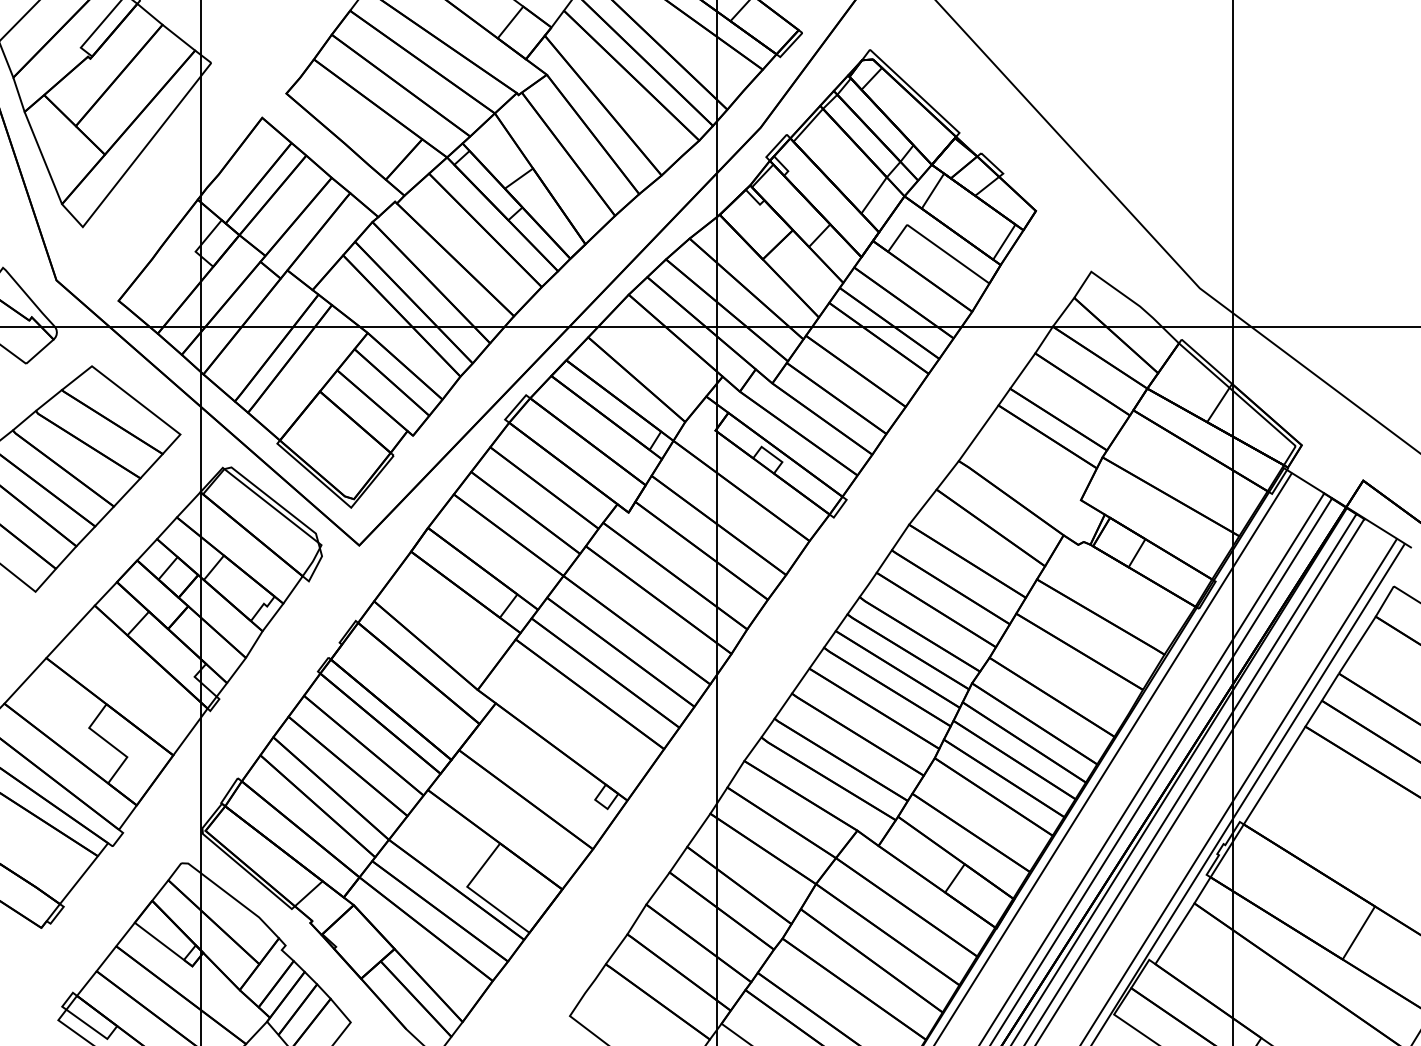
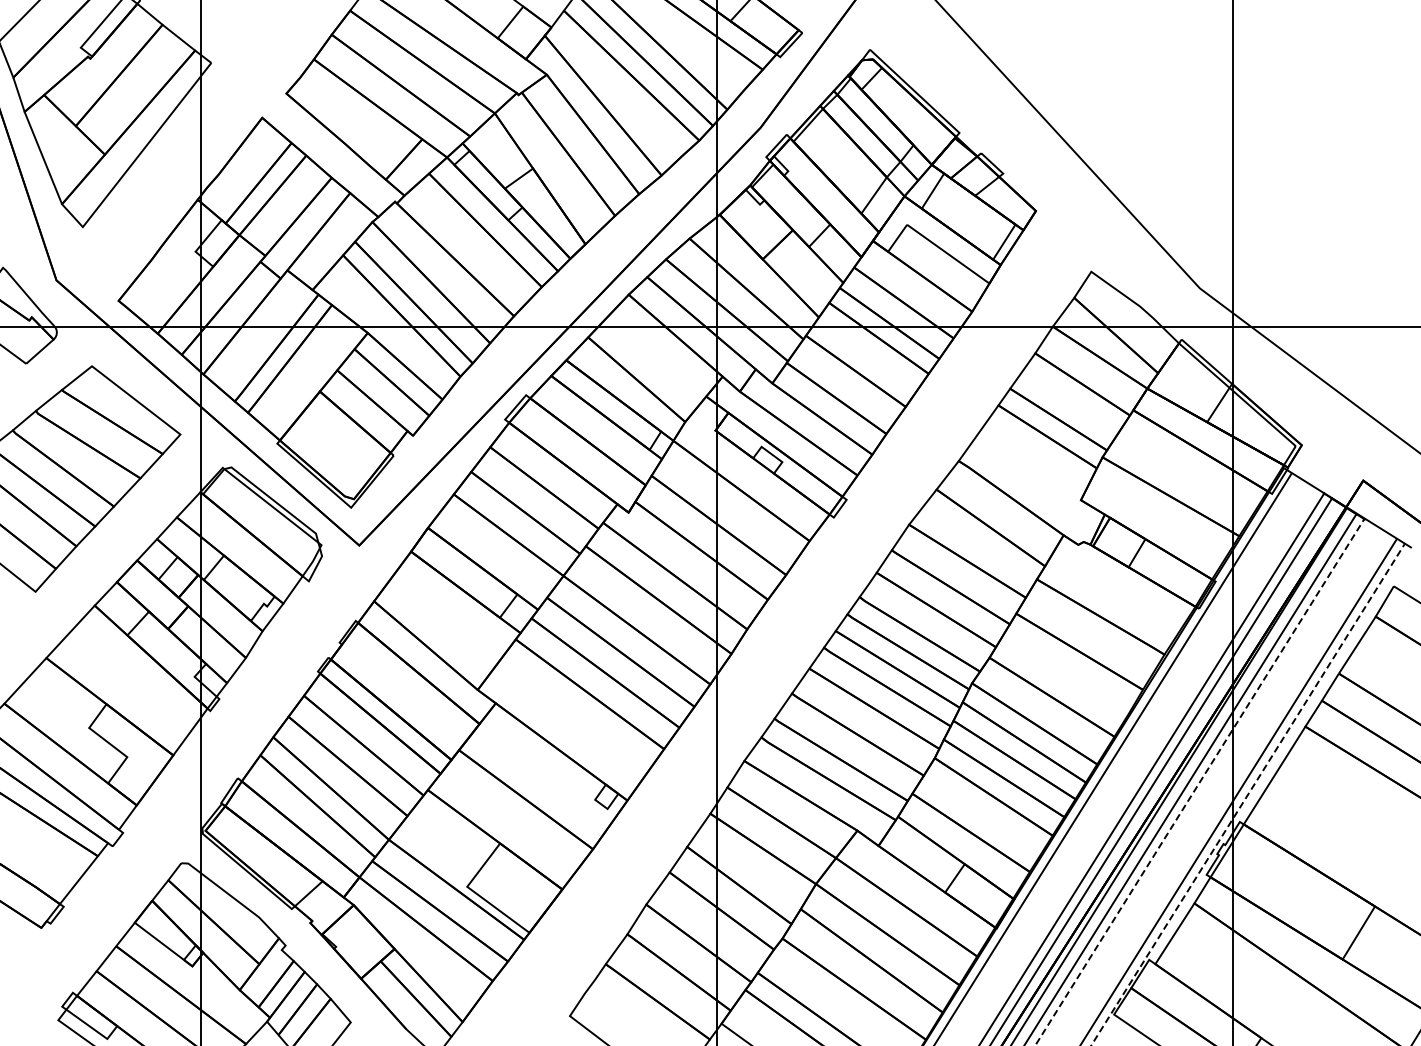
line at (1200, 781): solid -> dashed
line at (1247, 794): solid -> dashed
